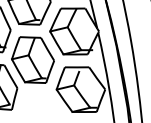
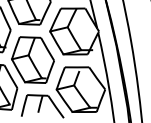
part at (42, 106): none -> present
